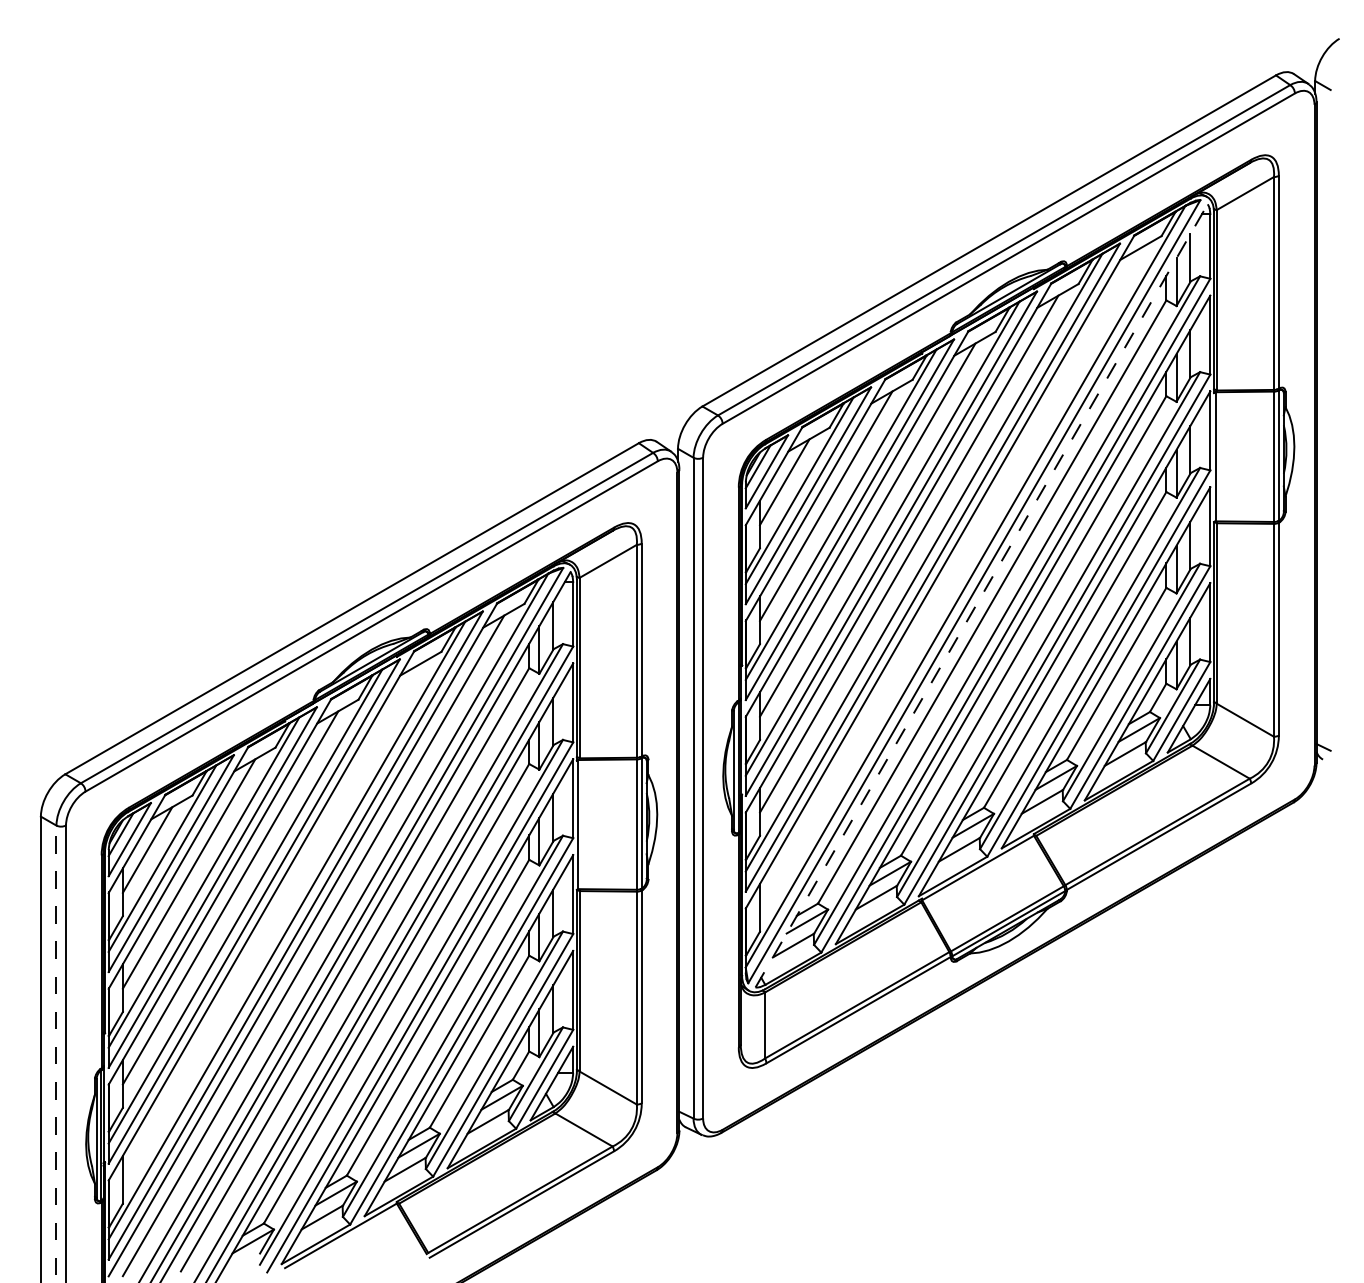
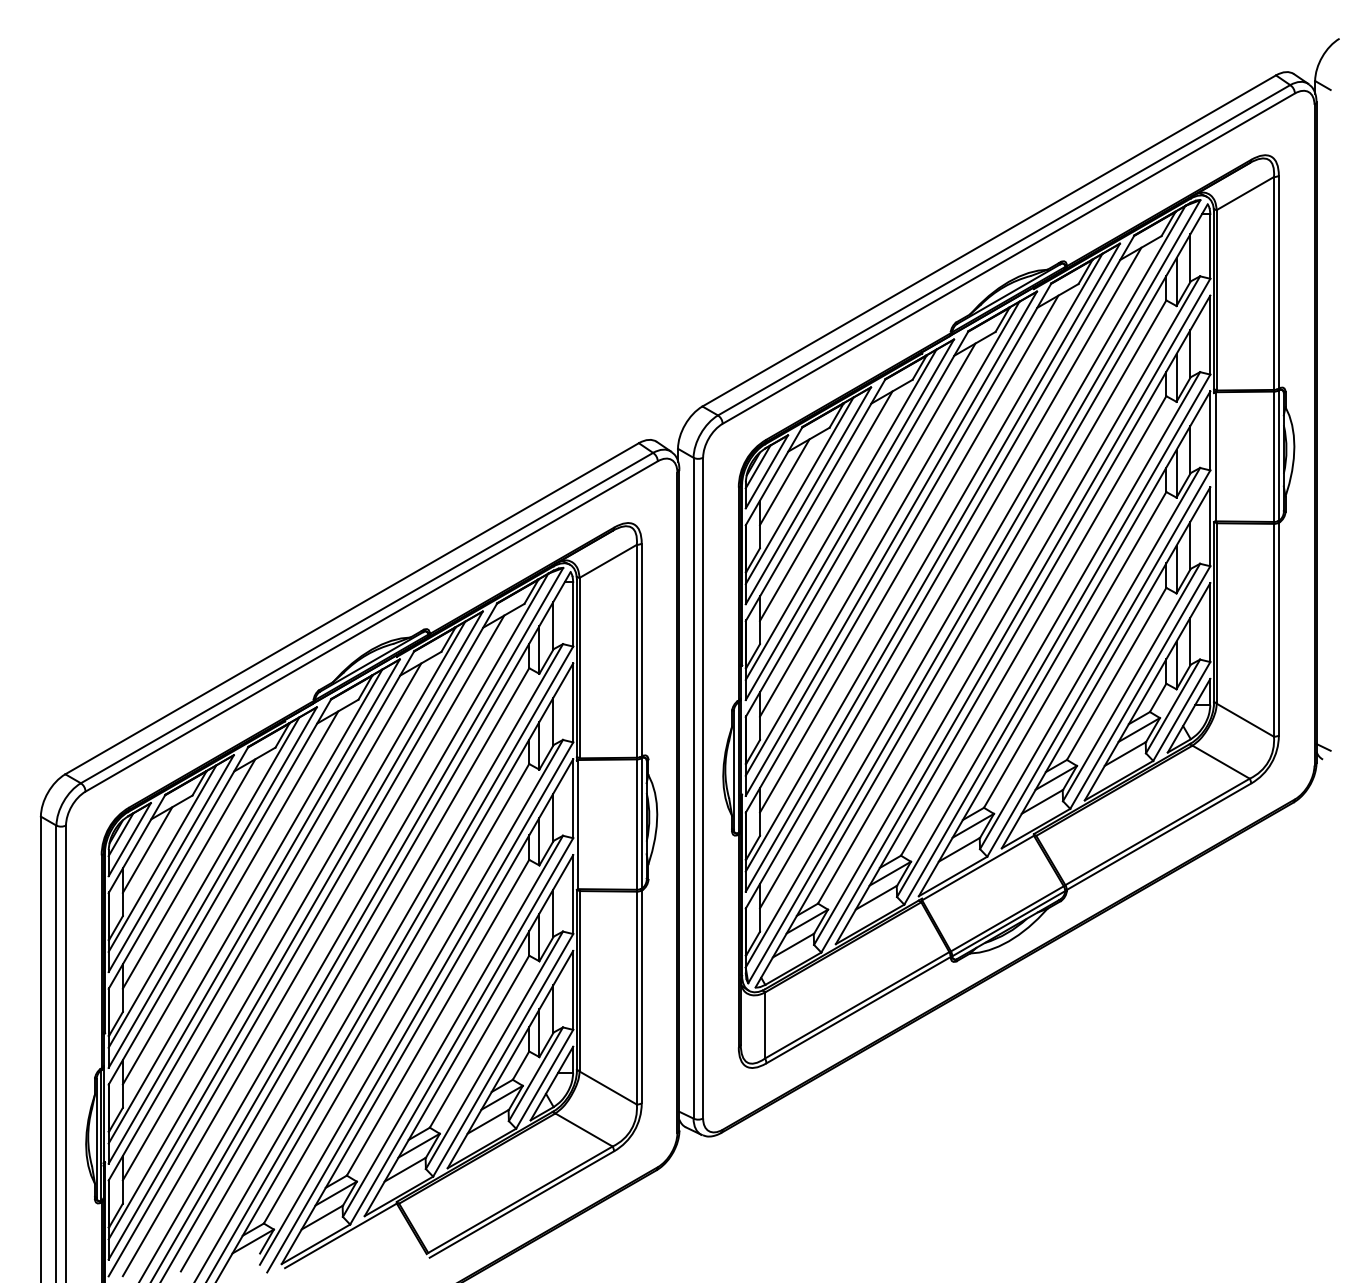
line at (950, 577): none -> present
line at (981, 595): dashed -> solid
line at (271, 921): none -> present
line at (56, 1053): dashed -> solid
